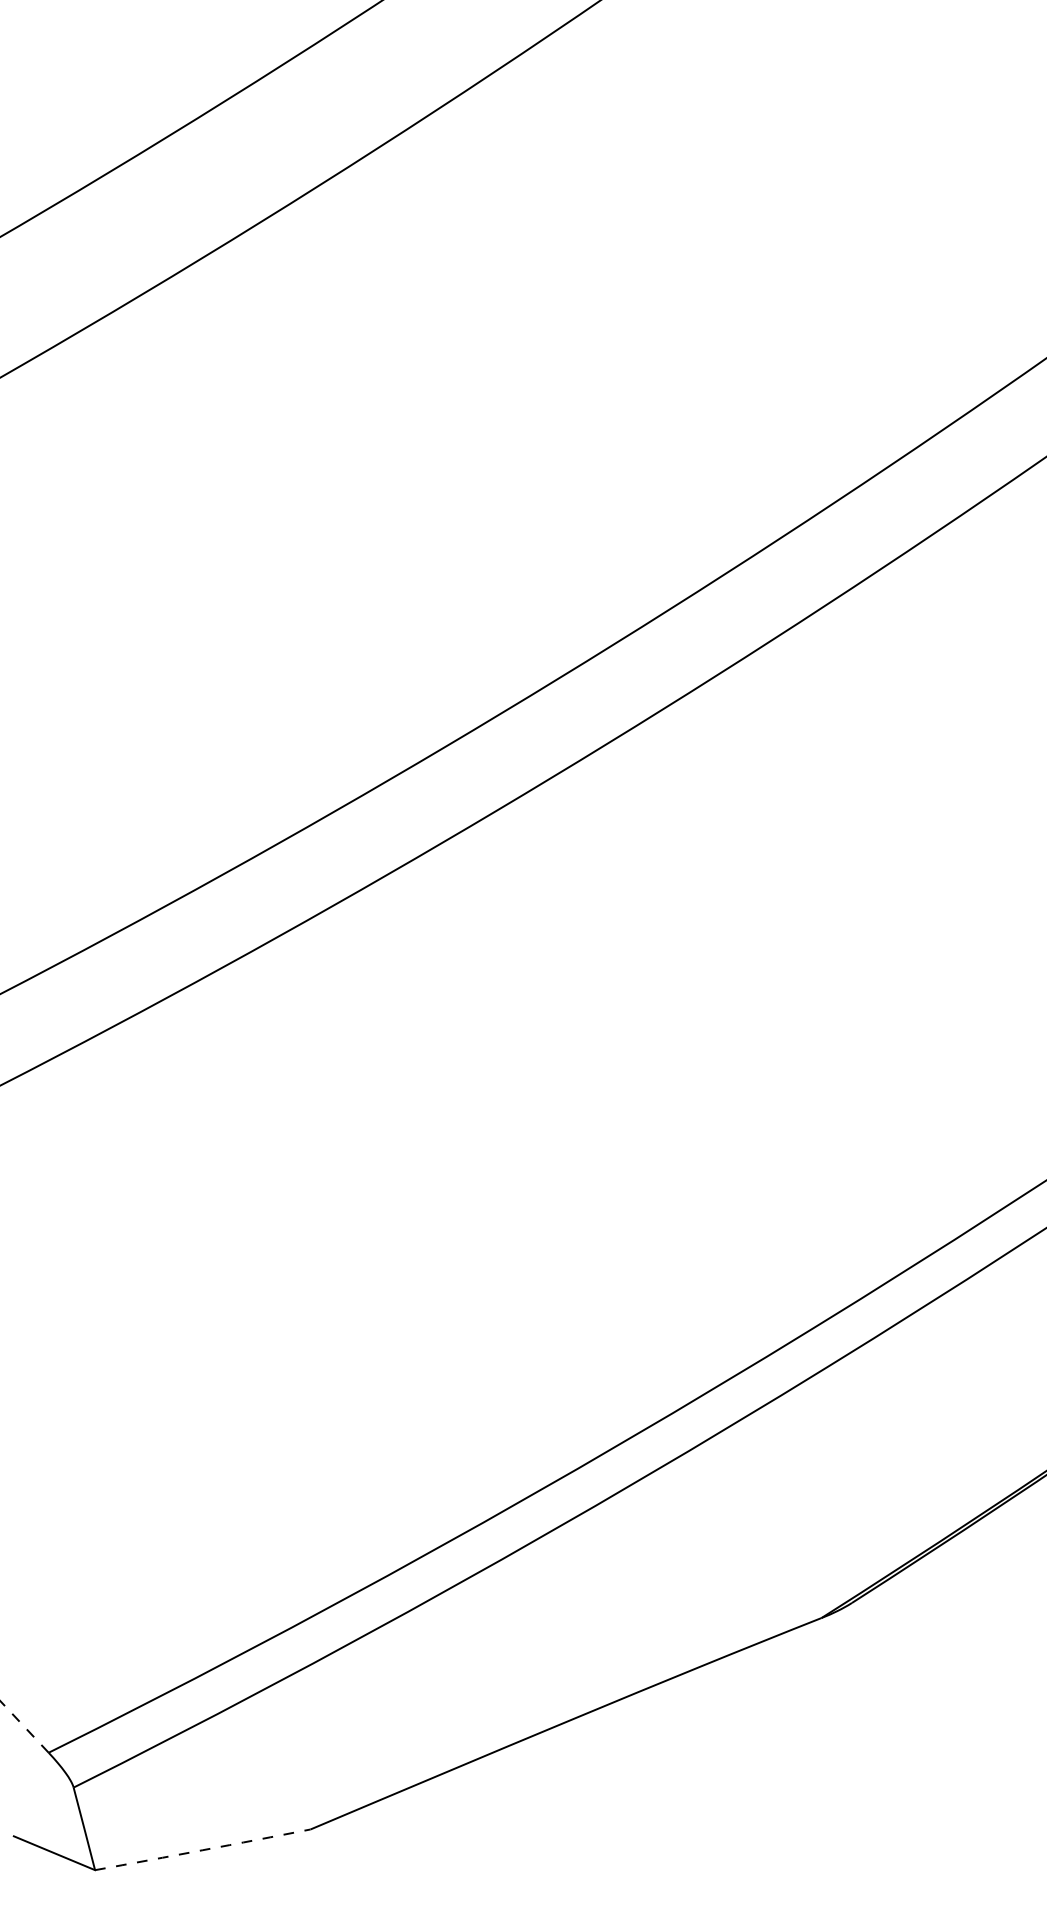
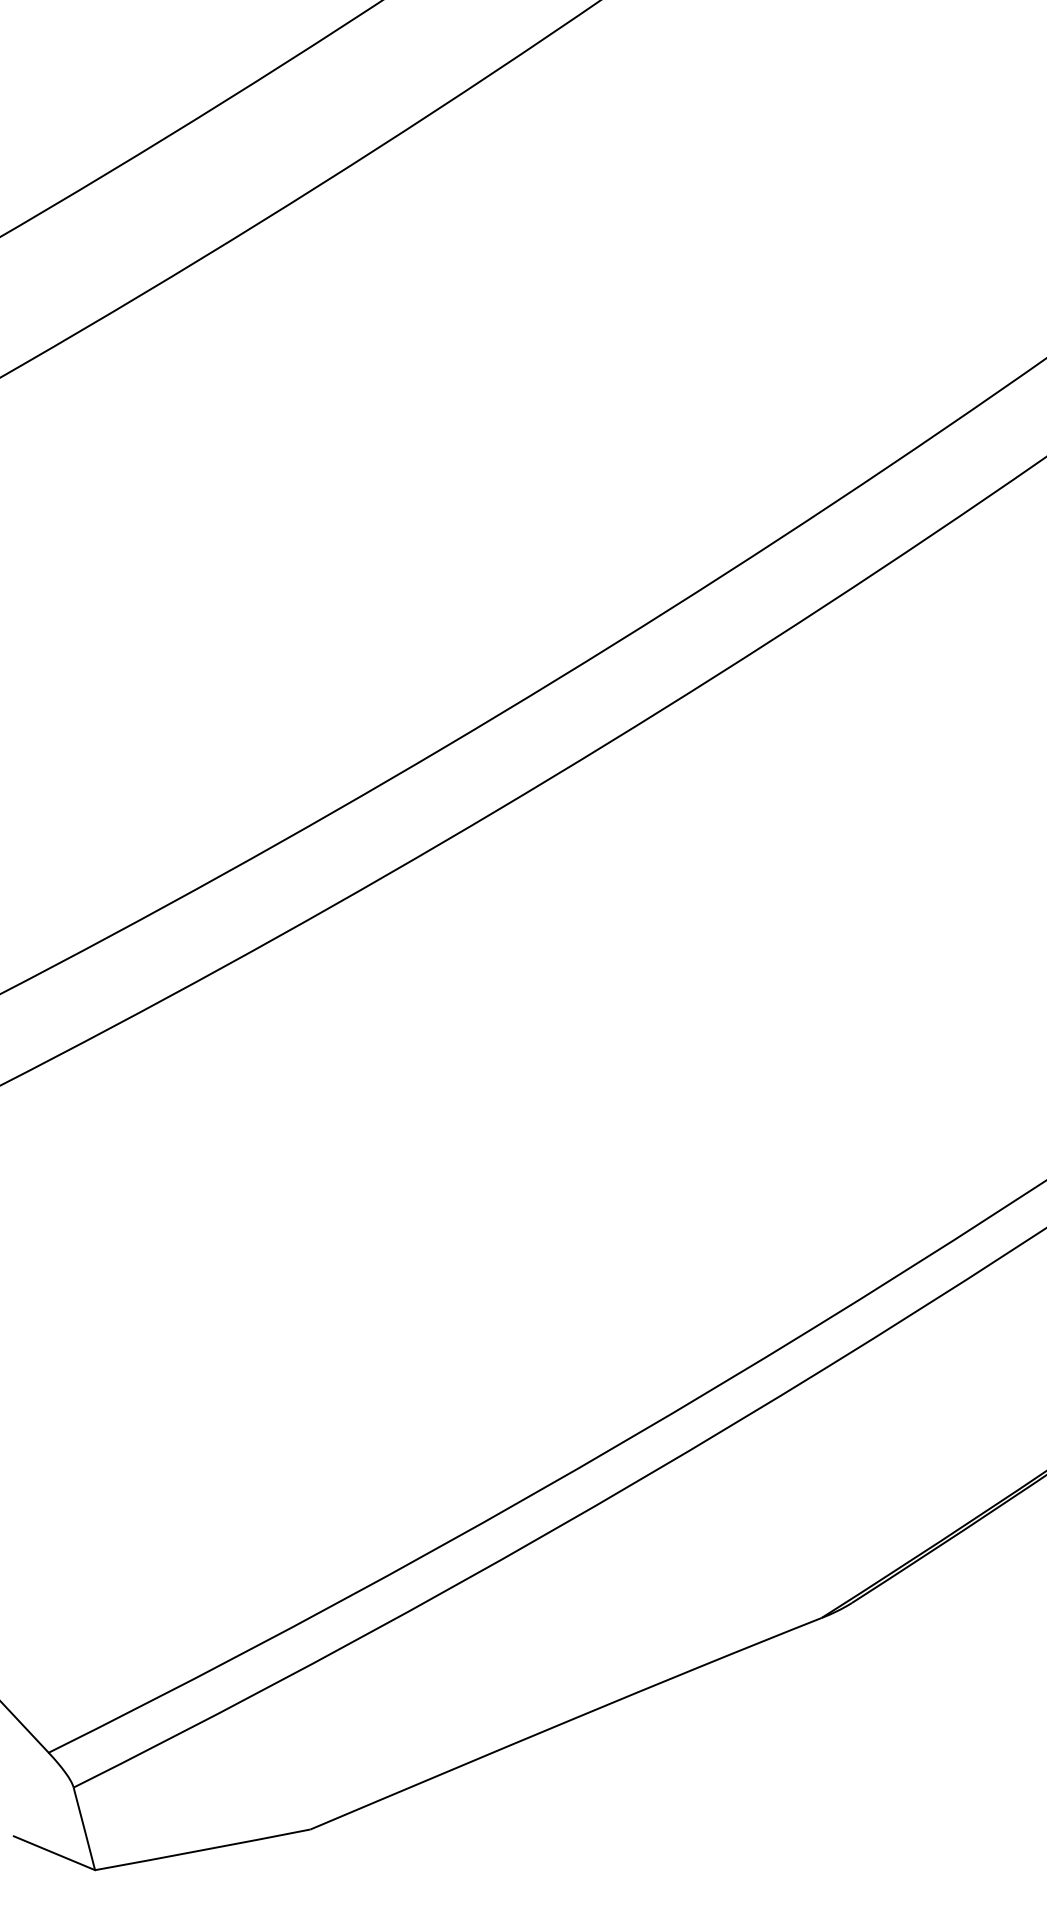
line at (24, 1726): dashed -> solid
arc at (202, 1850): dashed -> solid
